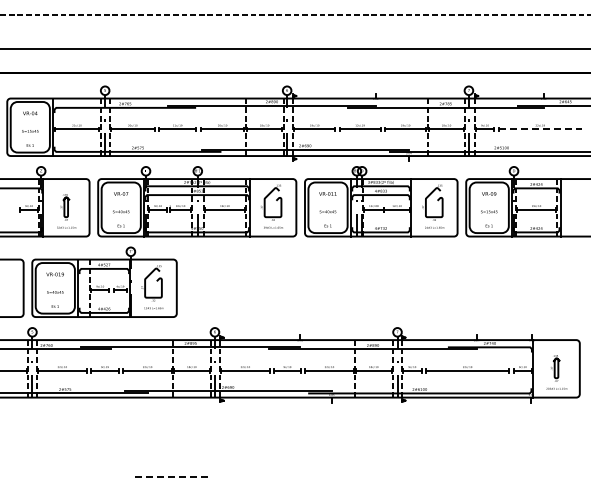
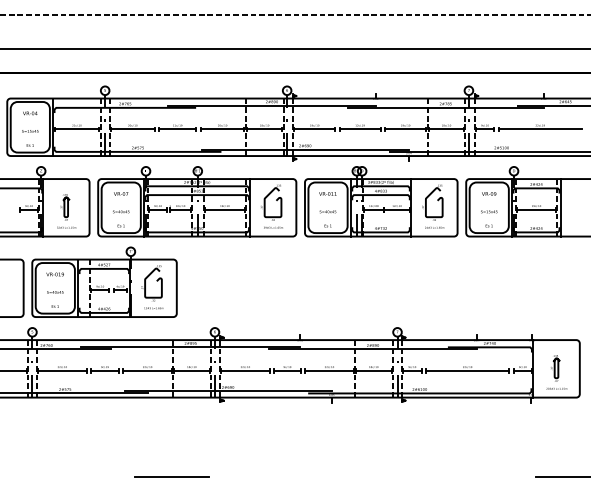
line at (540, 129): dashed -> solid
line at (172, 477): dashed -> solid
line at (561, 477): none -> present
